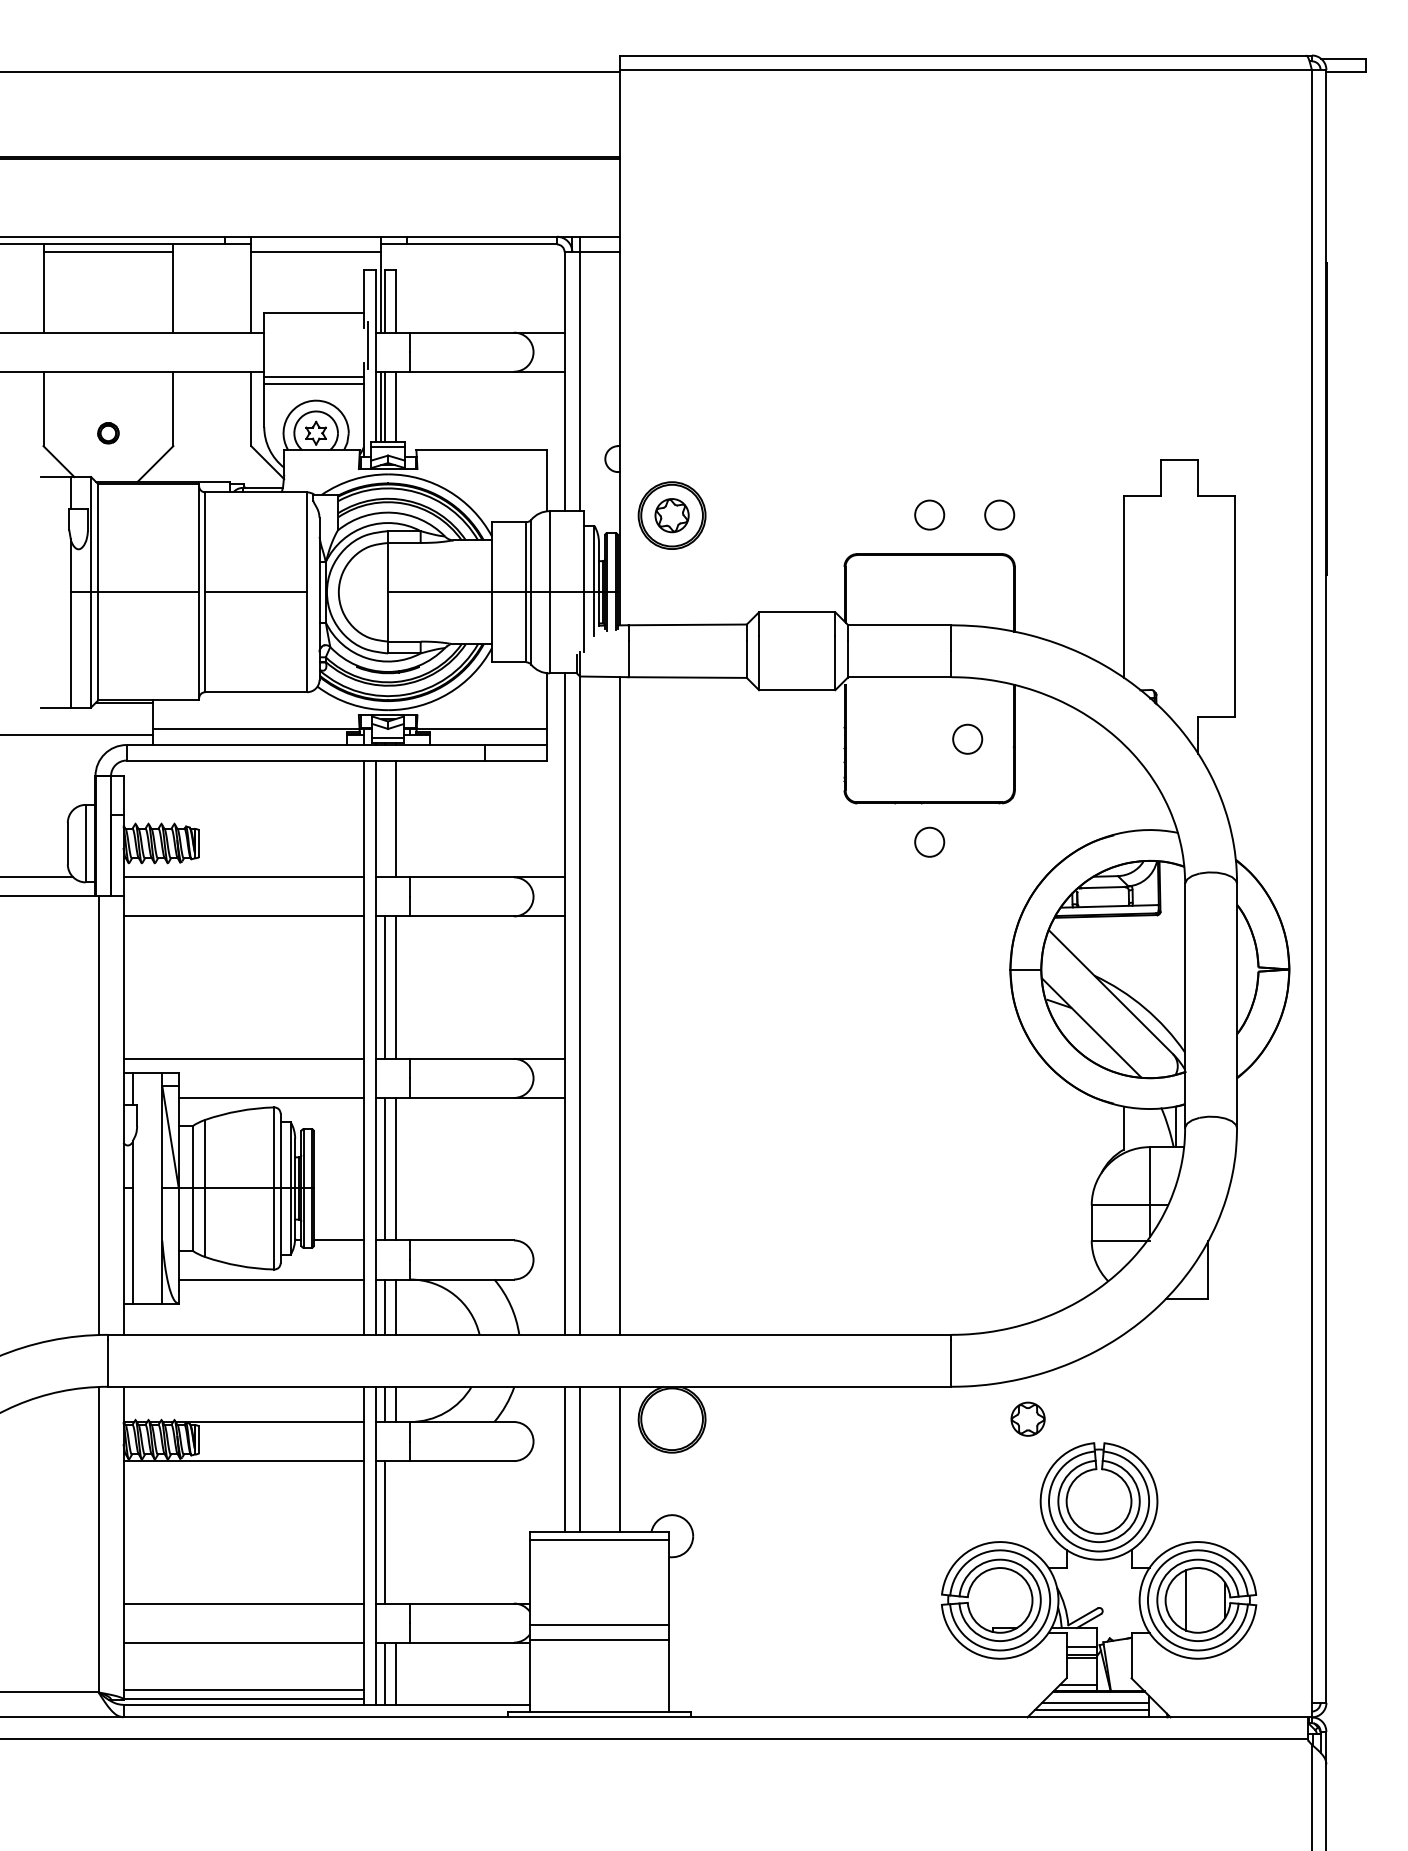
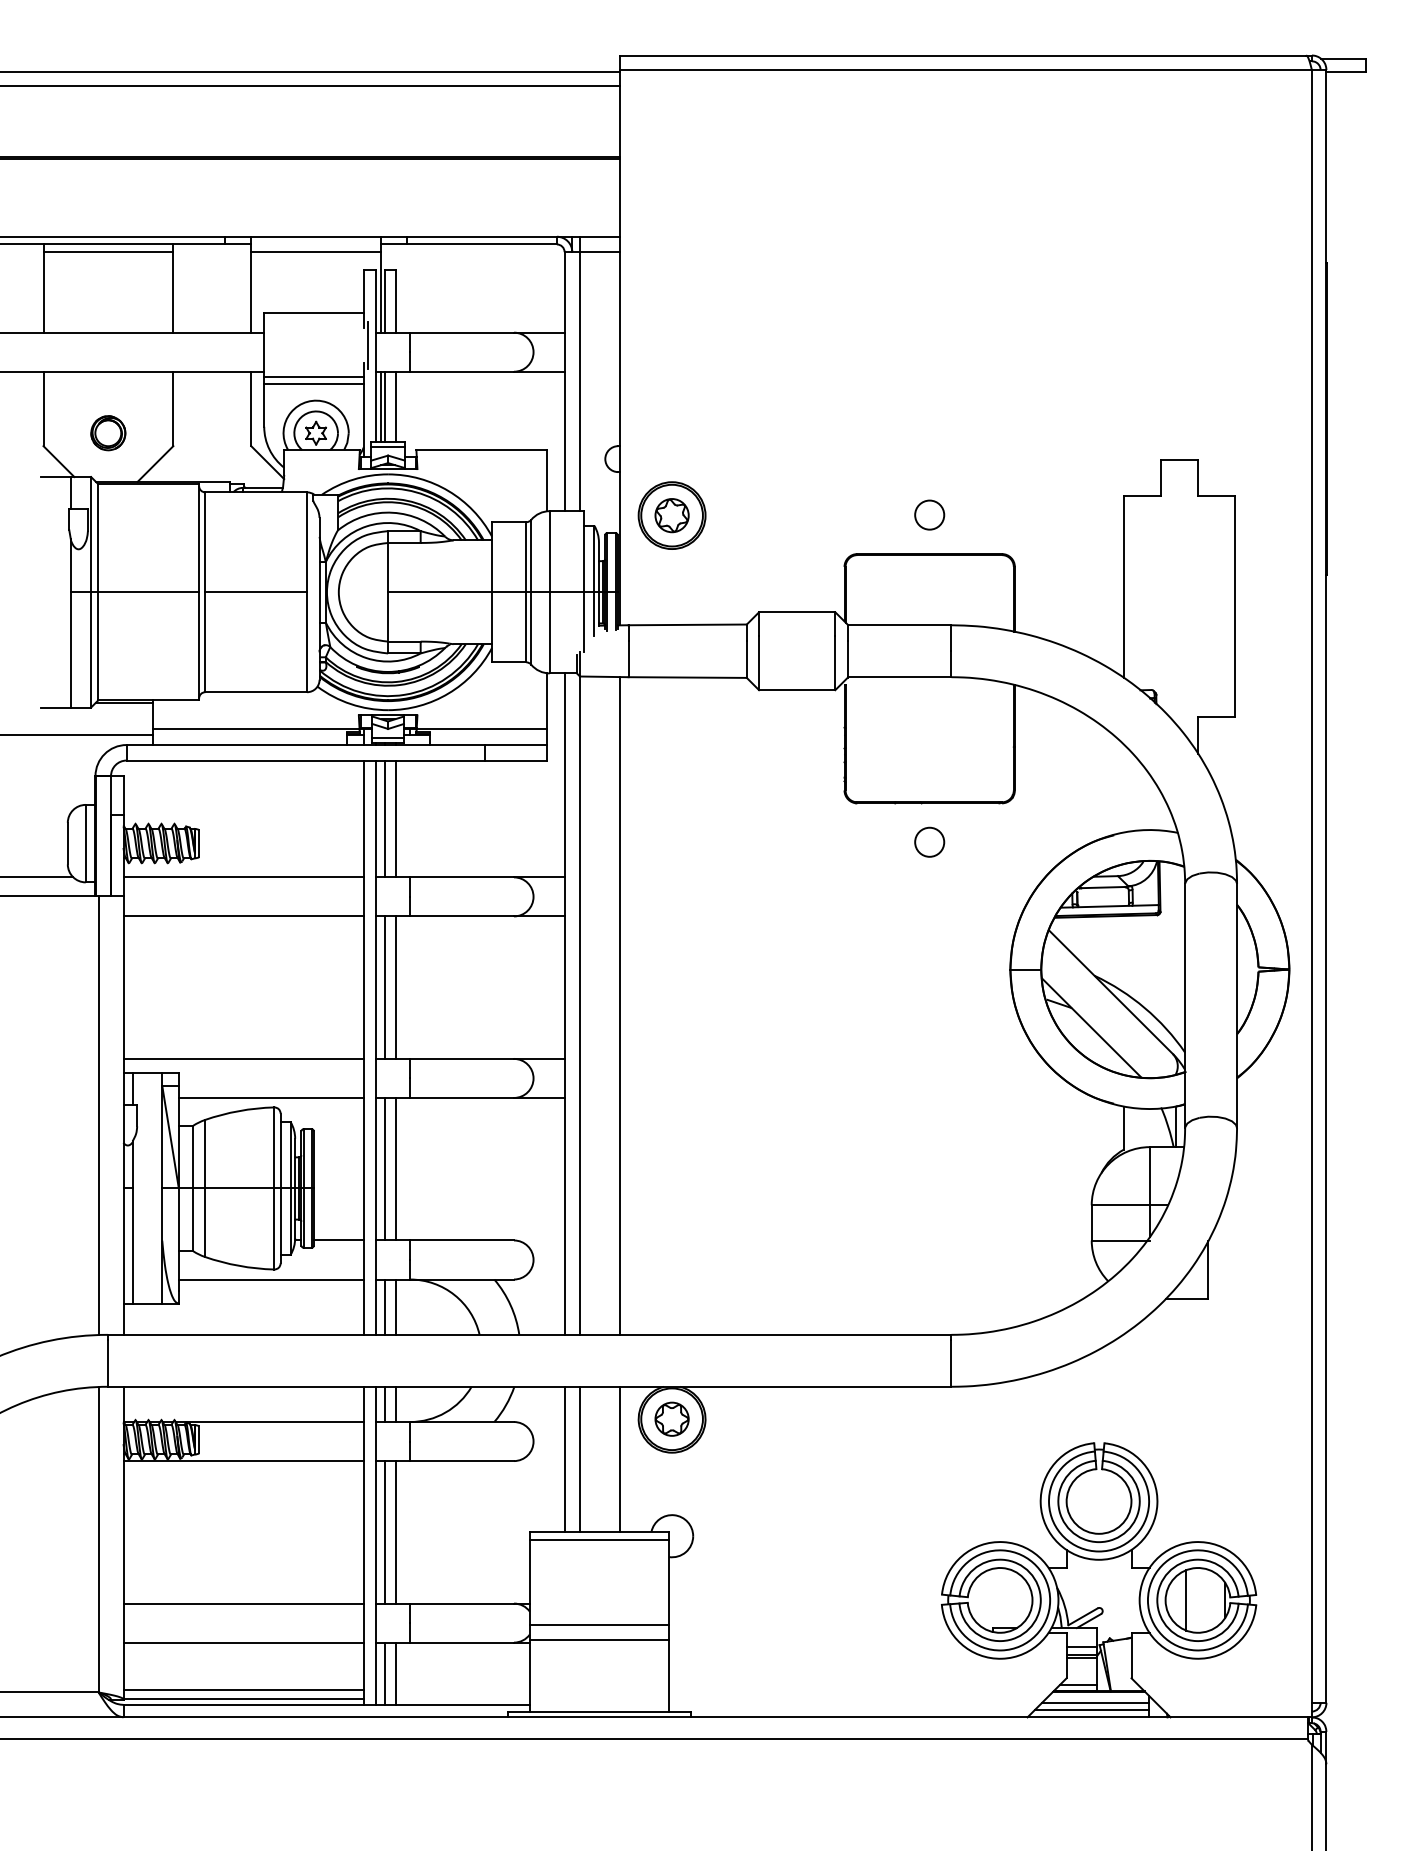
line at (311, 86): none -> present
part at (108, 433) size: 23x23 px -> 37x37 px
circle at (999, 514): present -> none
circle at (967, 738): present -> none
line at (384, 818): none -> present
part at (1027, 1418) position: (1027, 1418) -> (671, 1418)
line at (396, 1532): none -> present
